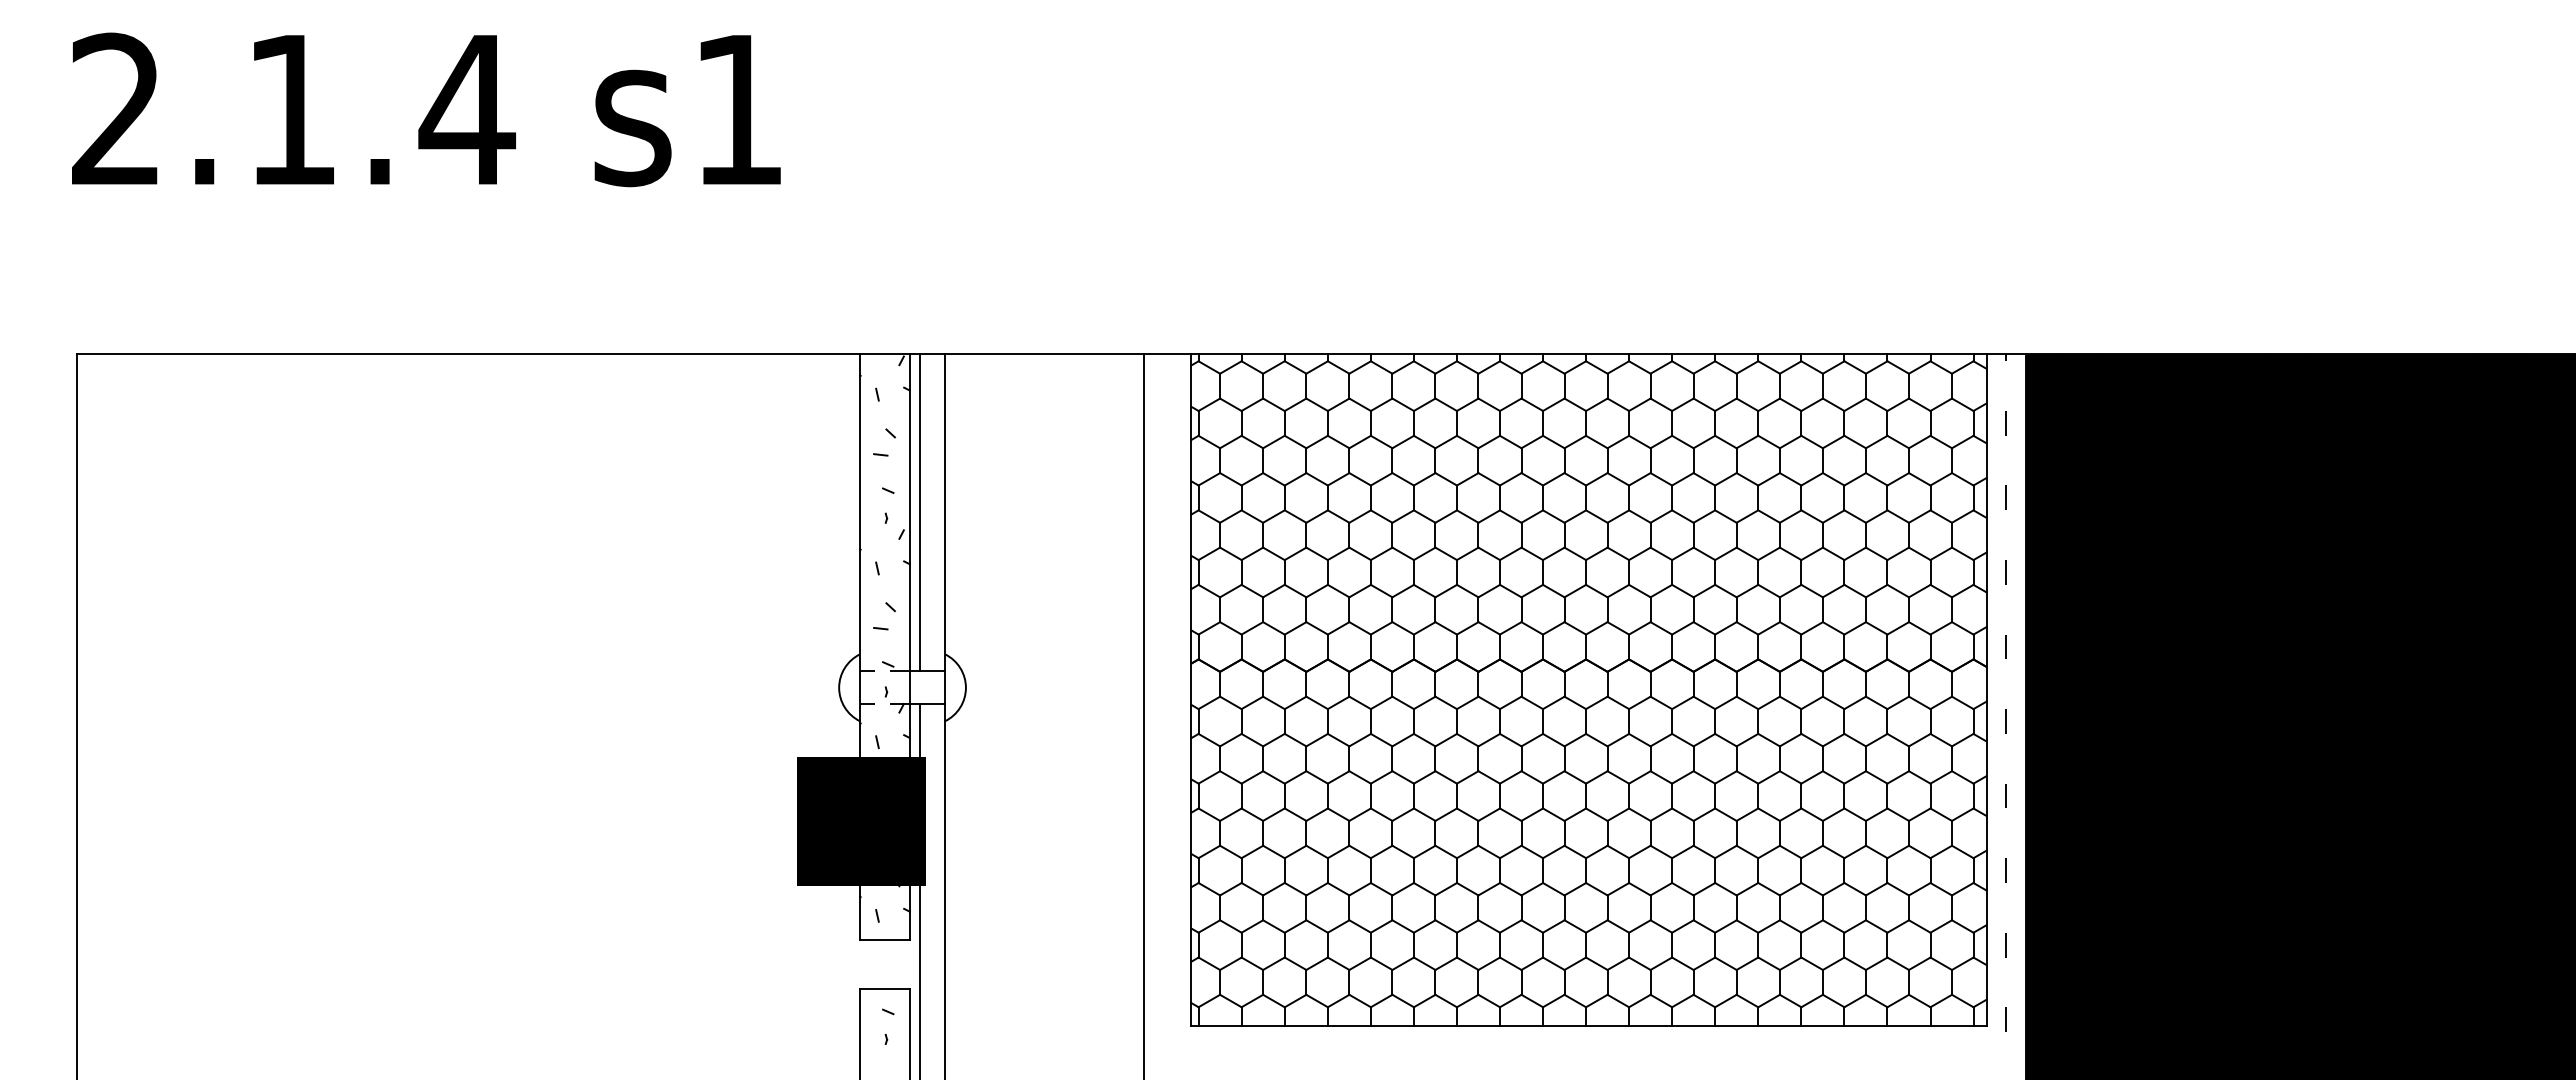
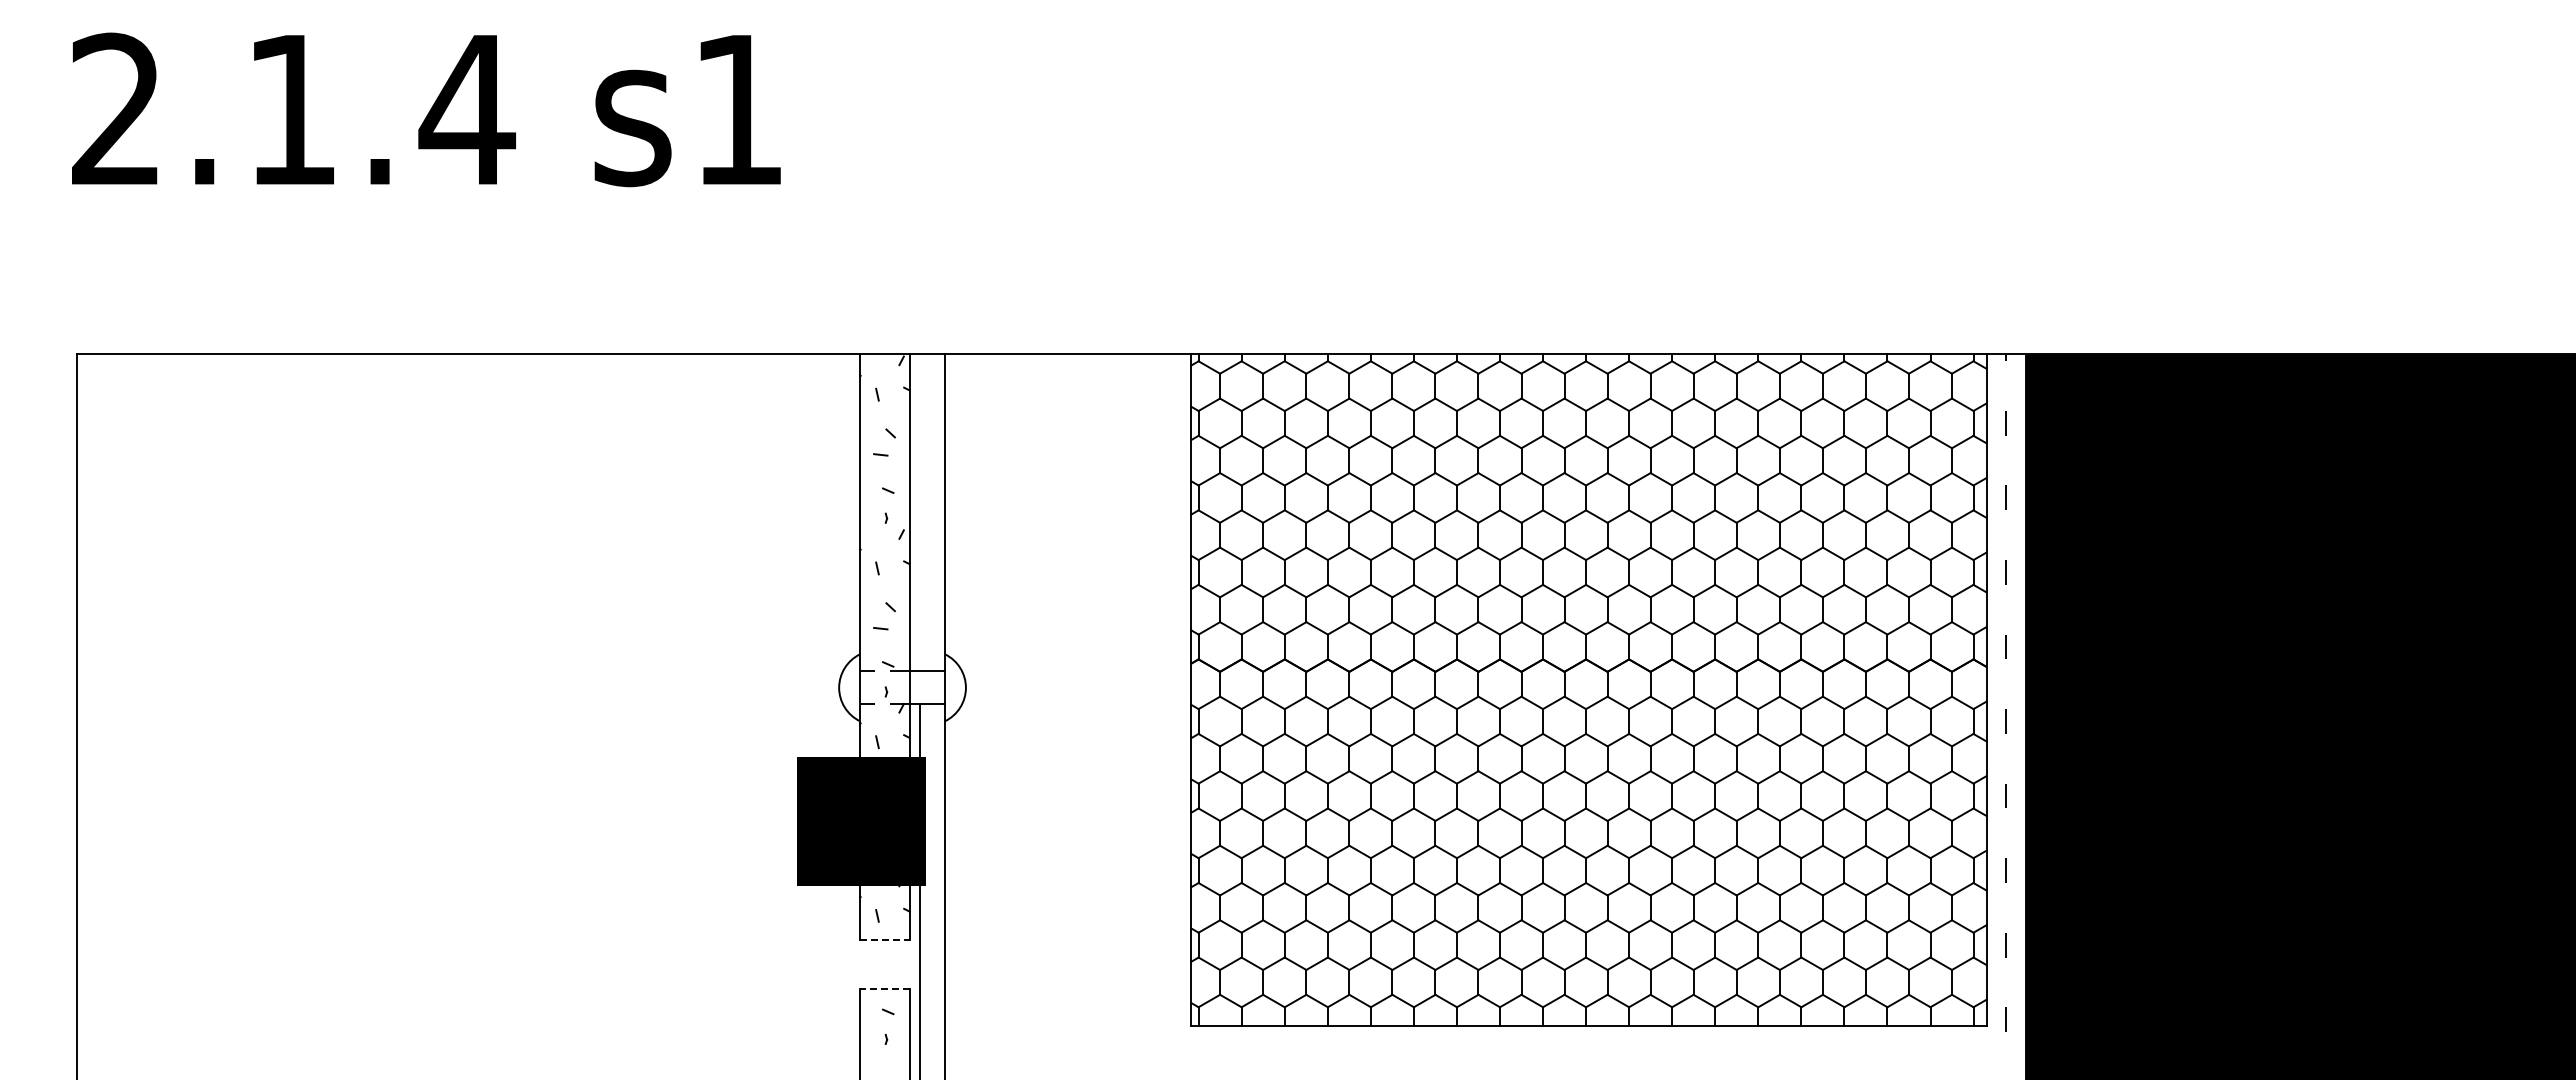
line at (919, 512): present -> none
line at (1143, 714): present -> none
line at (884, 939): solid -> dashed
line at (884, 989): solid -> dashed
